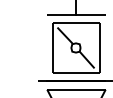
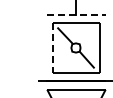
line at (76, 14): solid -> dashed
line at (52, 48): solid -> dashed
